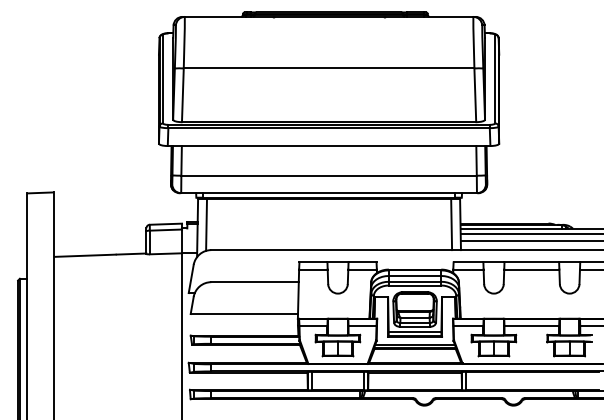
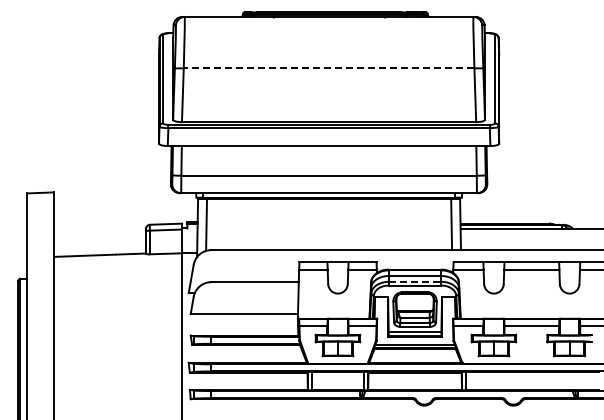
line at (328, 68): solid -> dashed
line at (530, 234): present -> none
line at (530, 241): present -> none
line at (415, 281): solid -> dashed
